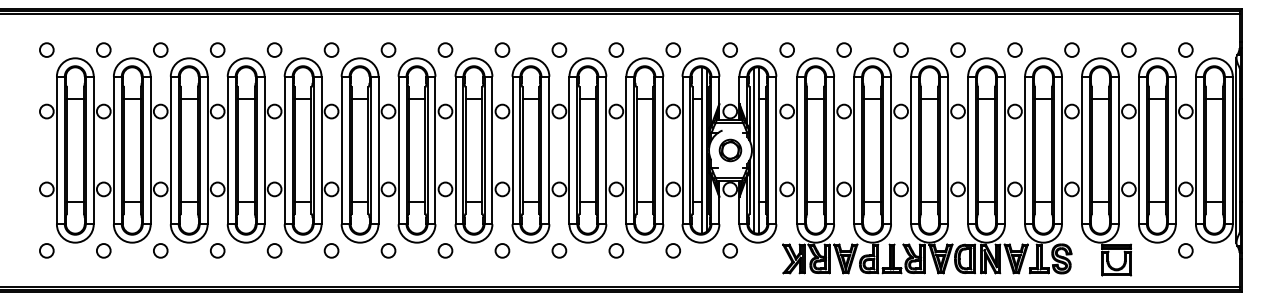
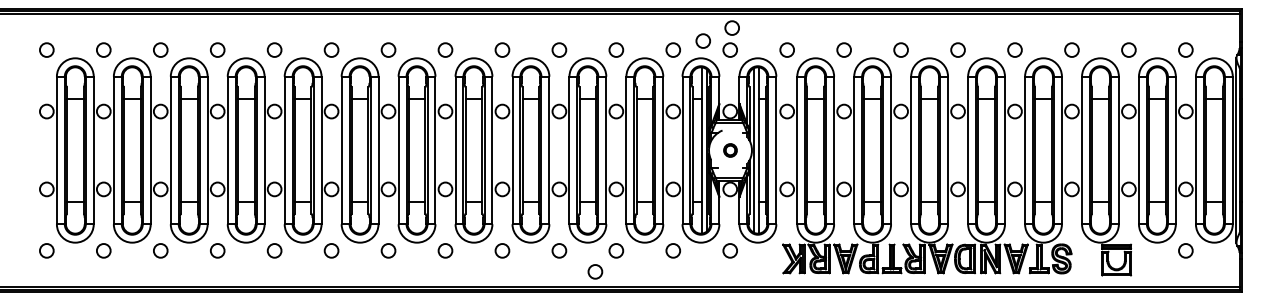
circle at (731, 27): none -> present
circle at (702, 40): none -> present
part at (730, 150) size: 25x25 px -> 15x15 px
circle at (595, 271): none -> present
